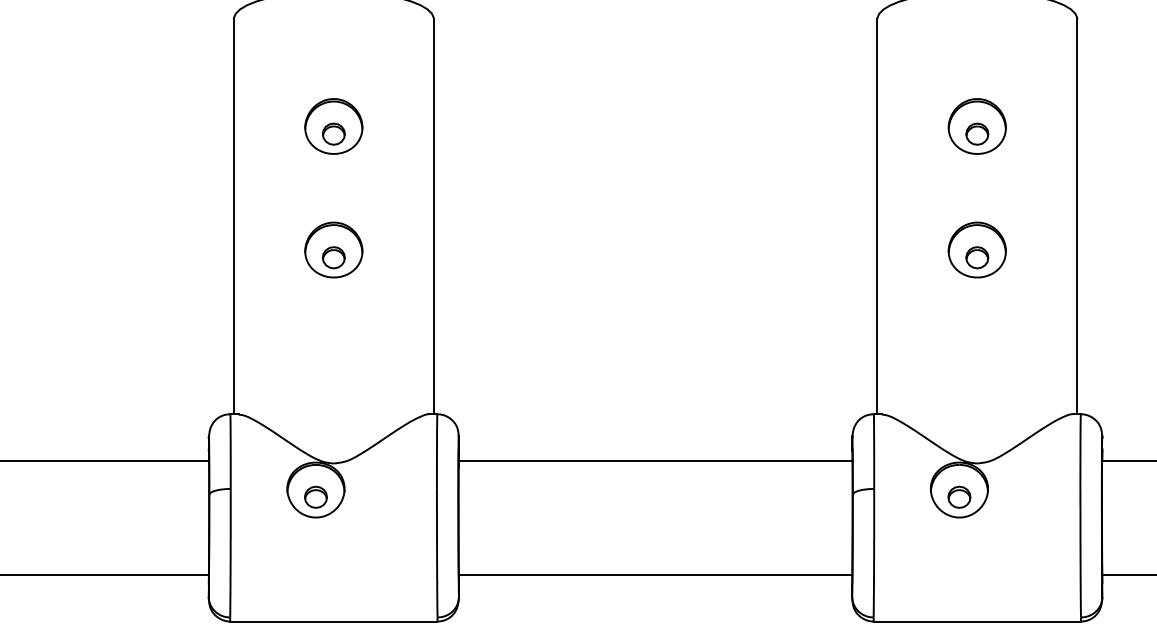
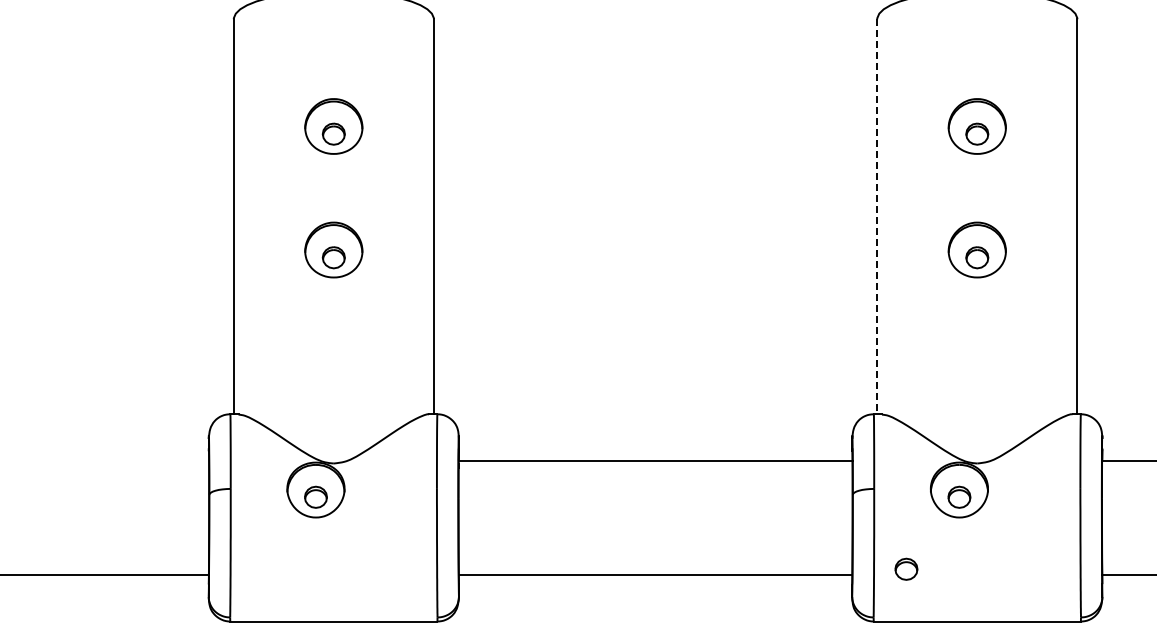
line at (877, 216): solid -> dashed
line at (105, 460): present -> none
part at (906, 568): none -> present
